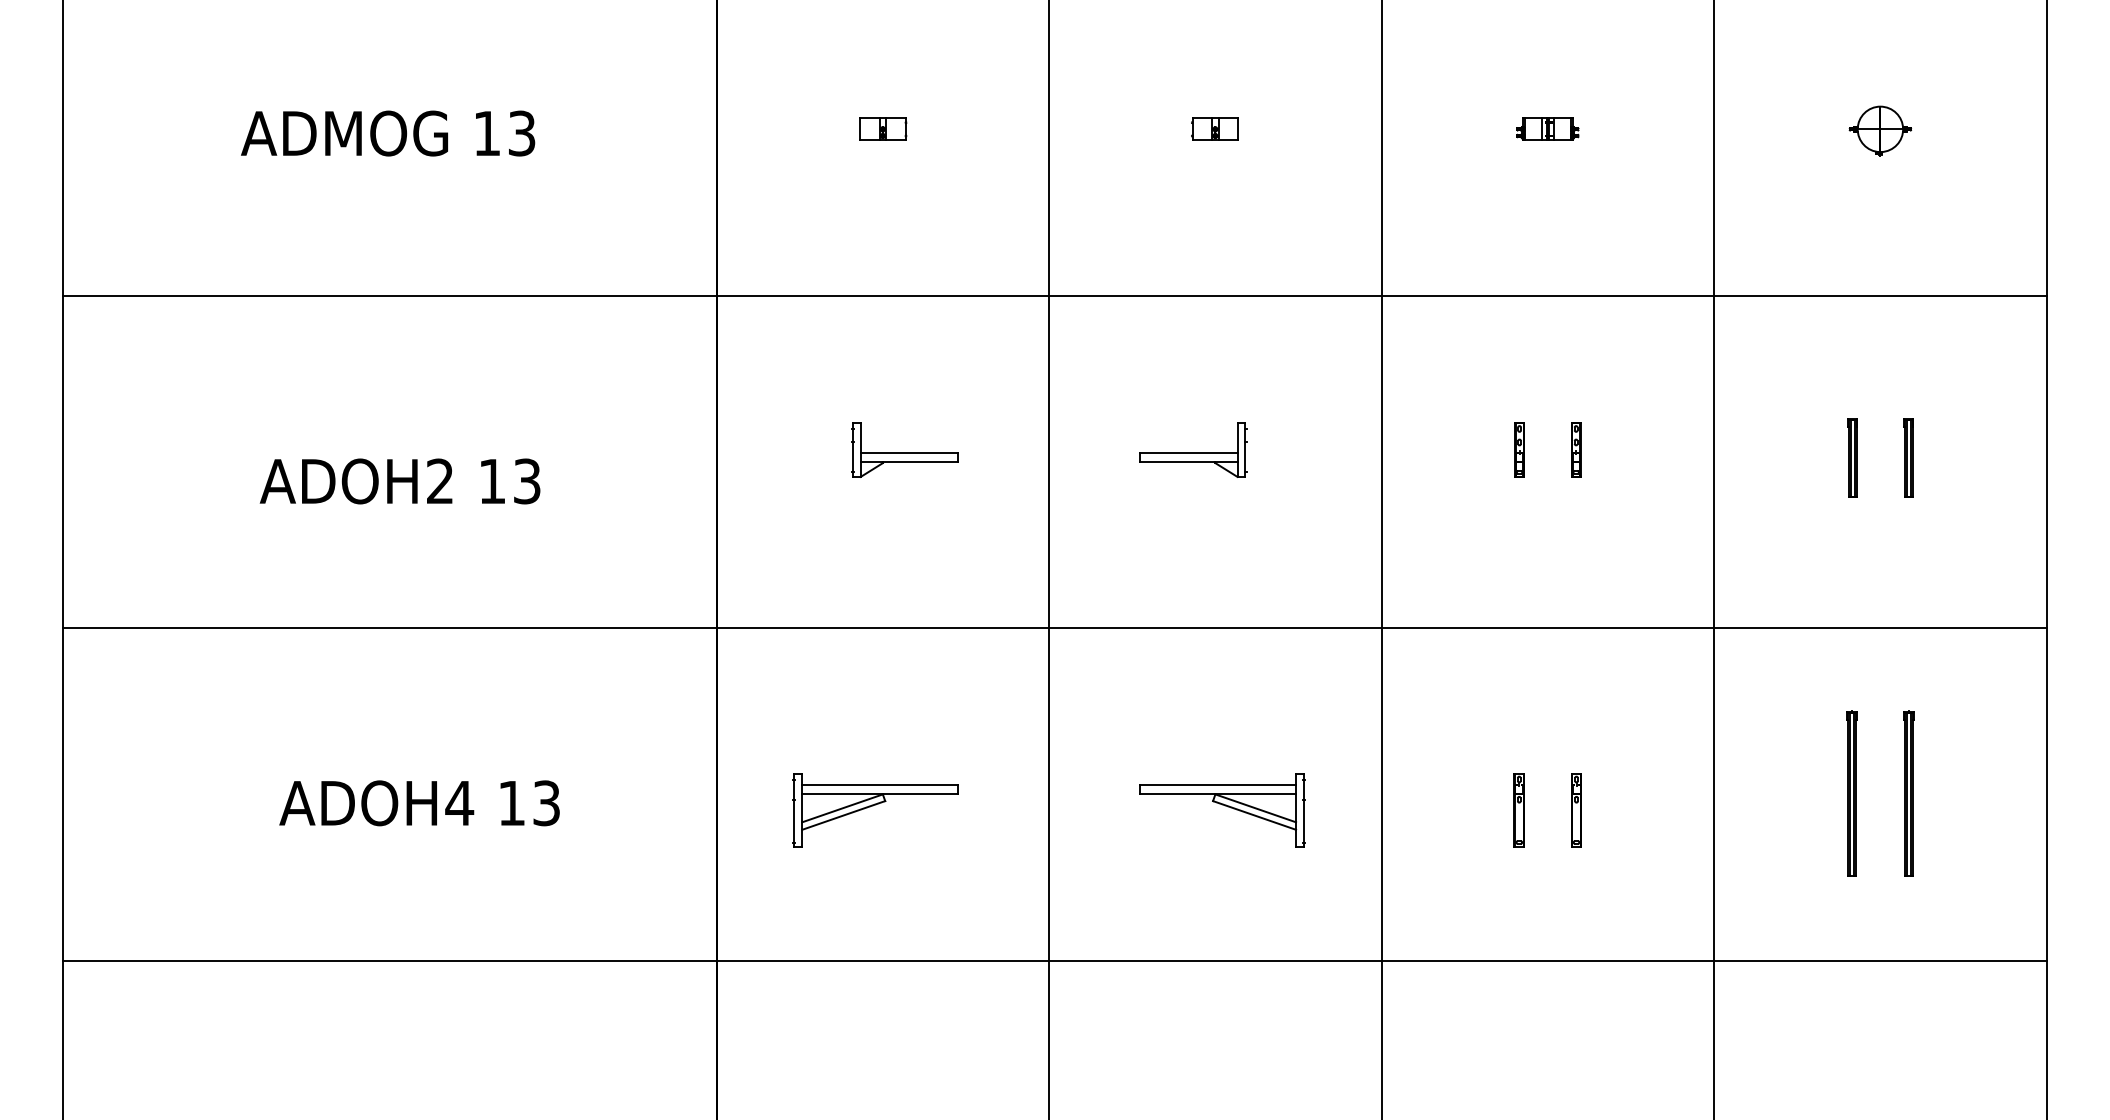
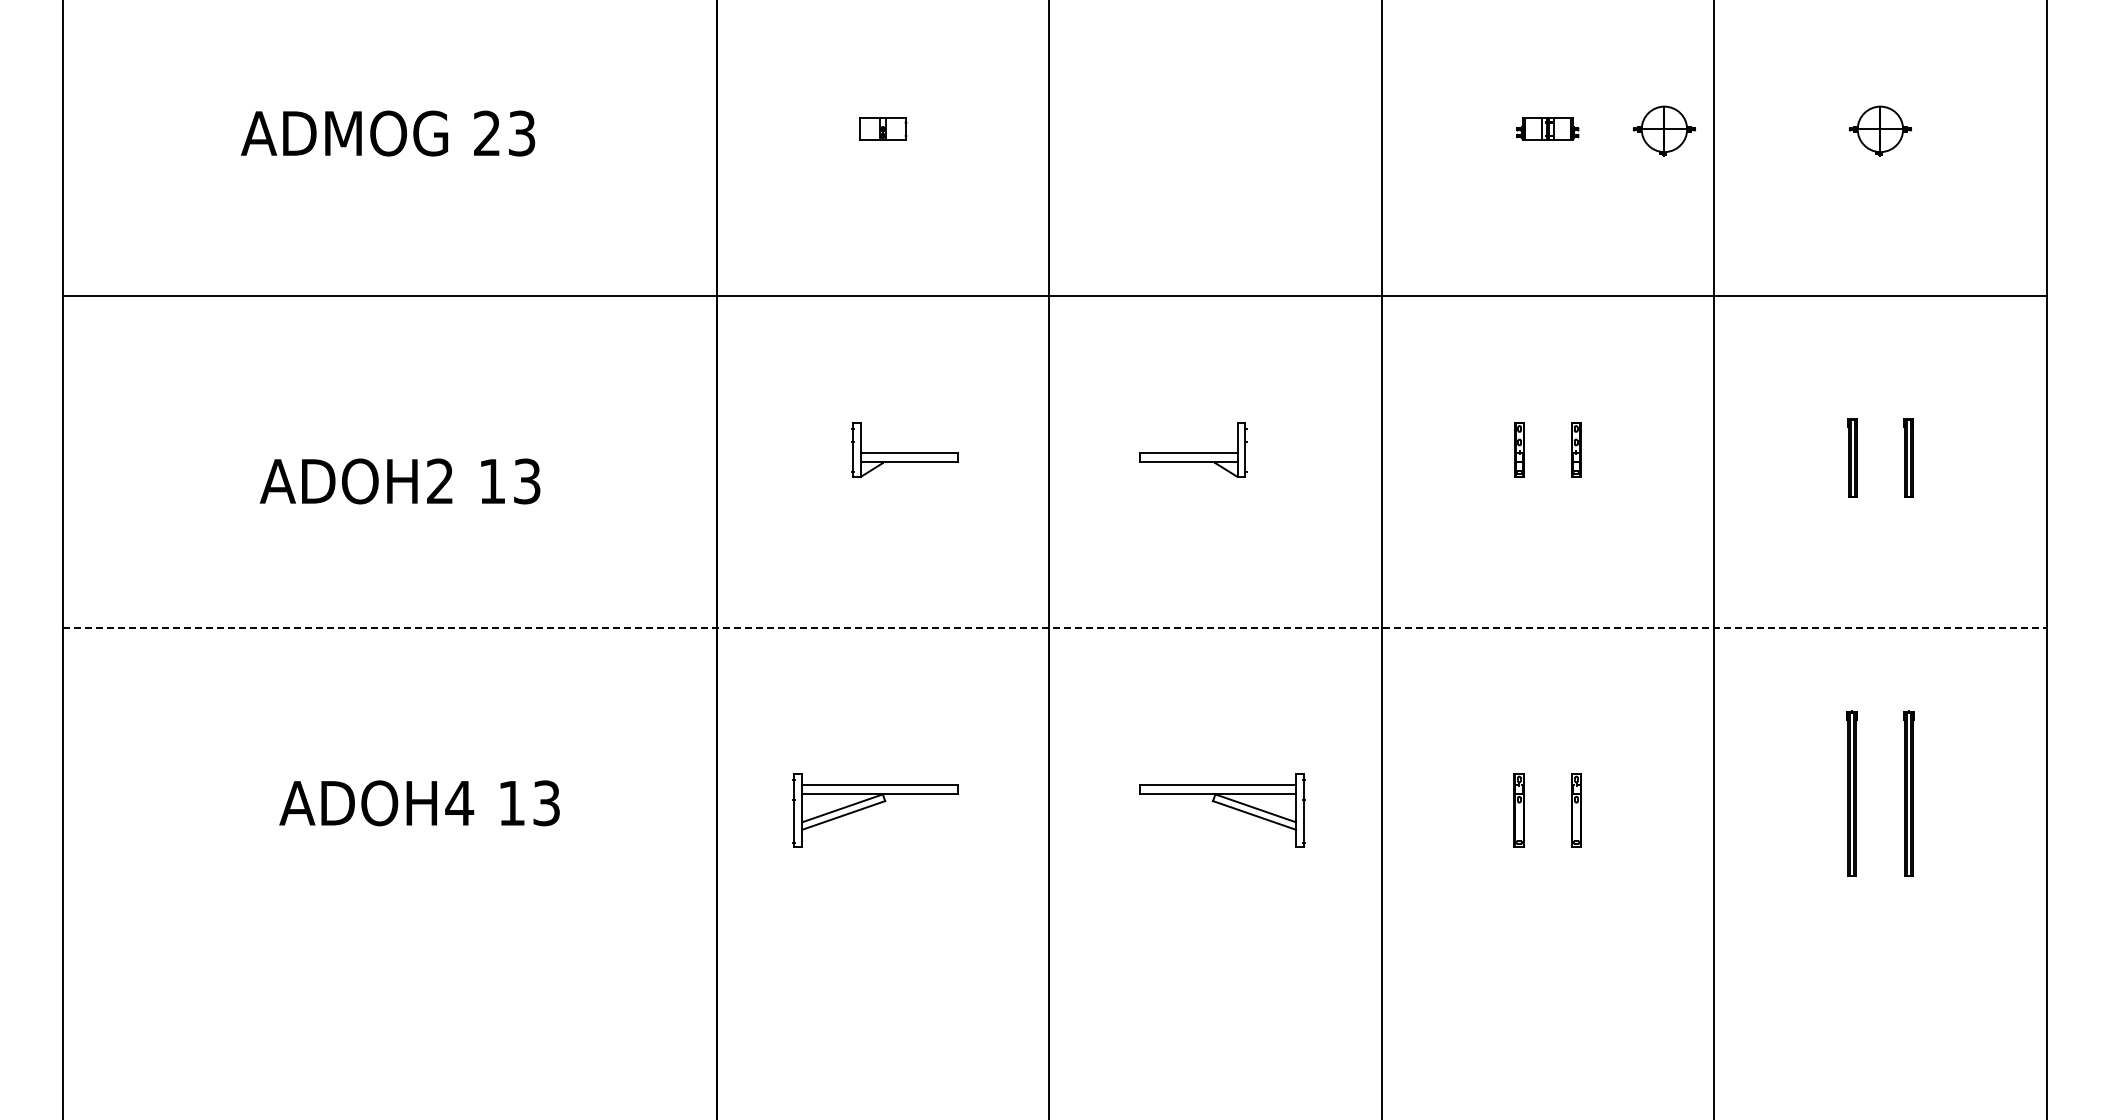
part at (1214, 128): present -> none
part at (1663, 130): none -> present
text at (486, 132): 13 -> 23
line at (1054, 628): solid -> dashed
line at (1054, 960): present -> none
